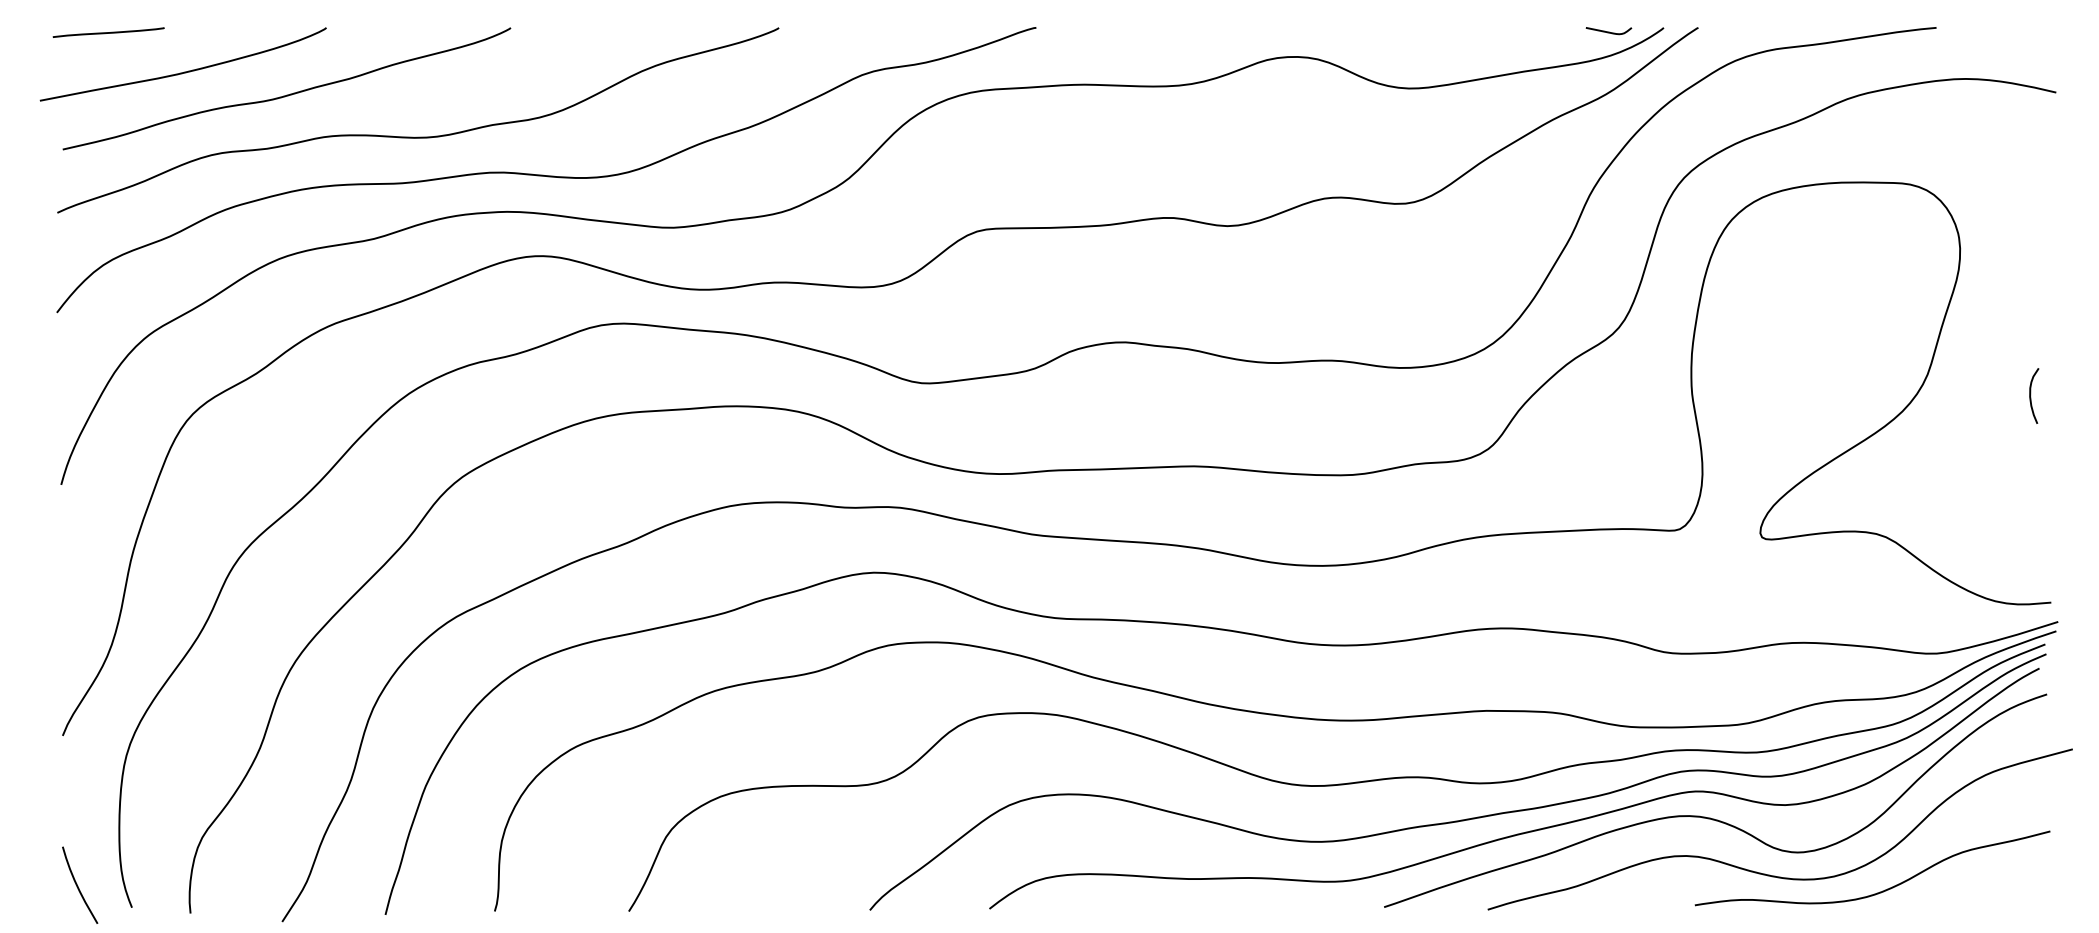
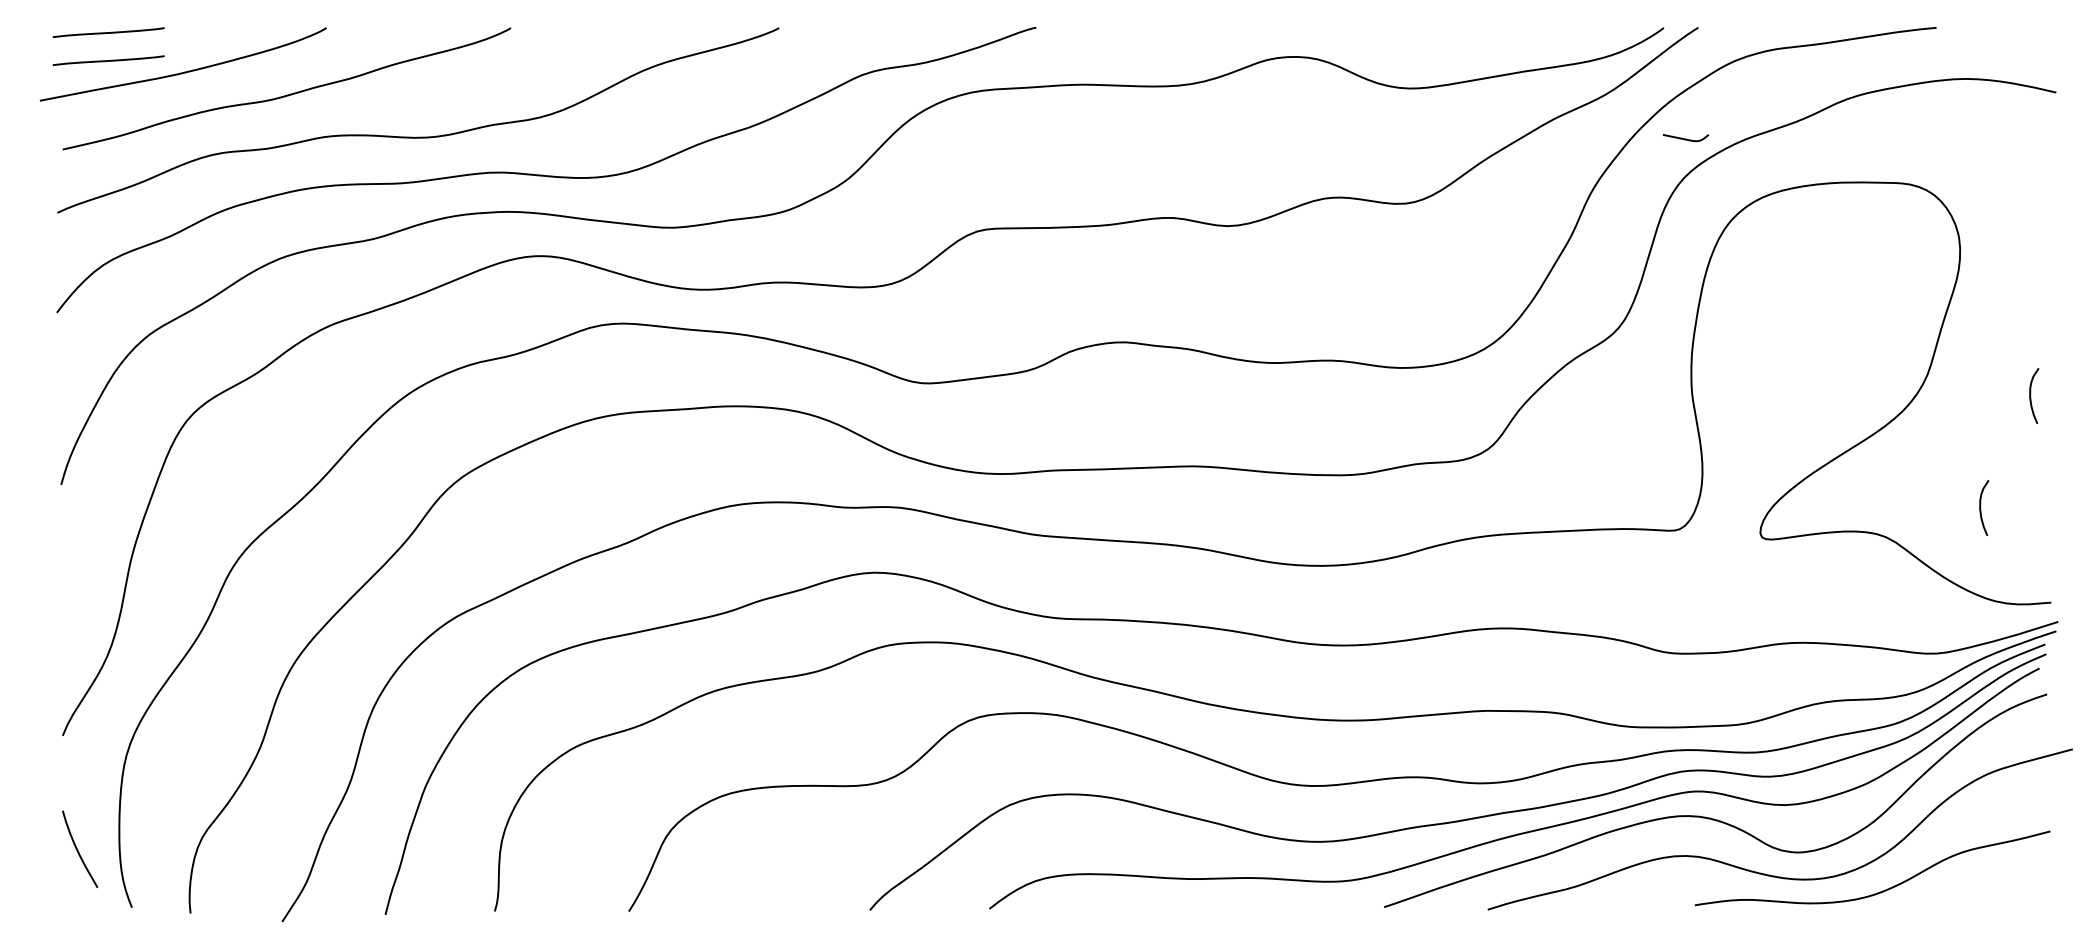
curve at (1608, 31) position: (1608, 31) -> (1685, 138)
line at (108, 60): none -> present
curve at (1981, 507): none -> present
curve at (78, 886) position: (78, 886) -> (78, 850)
